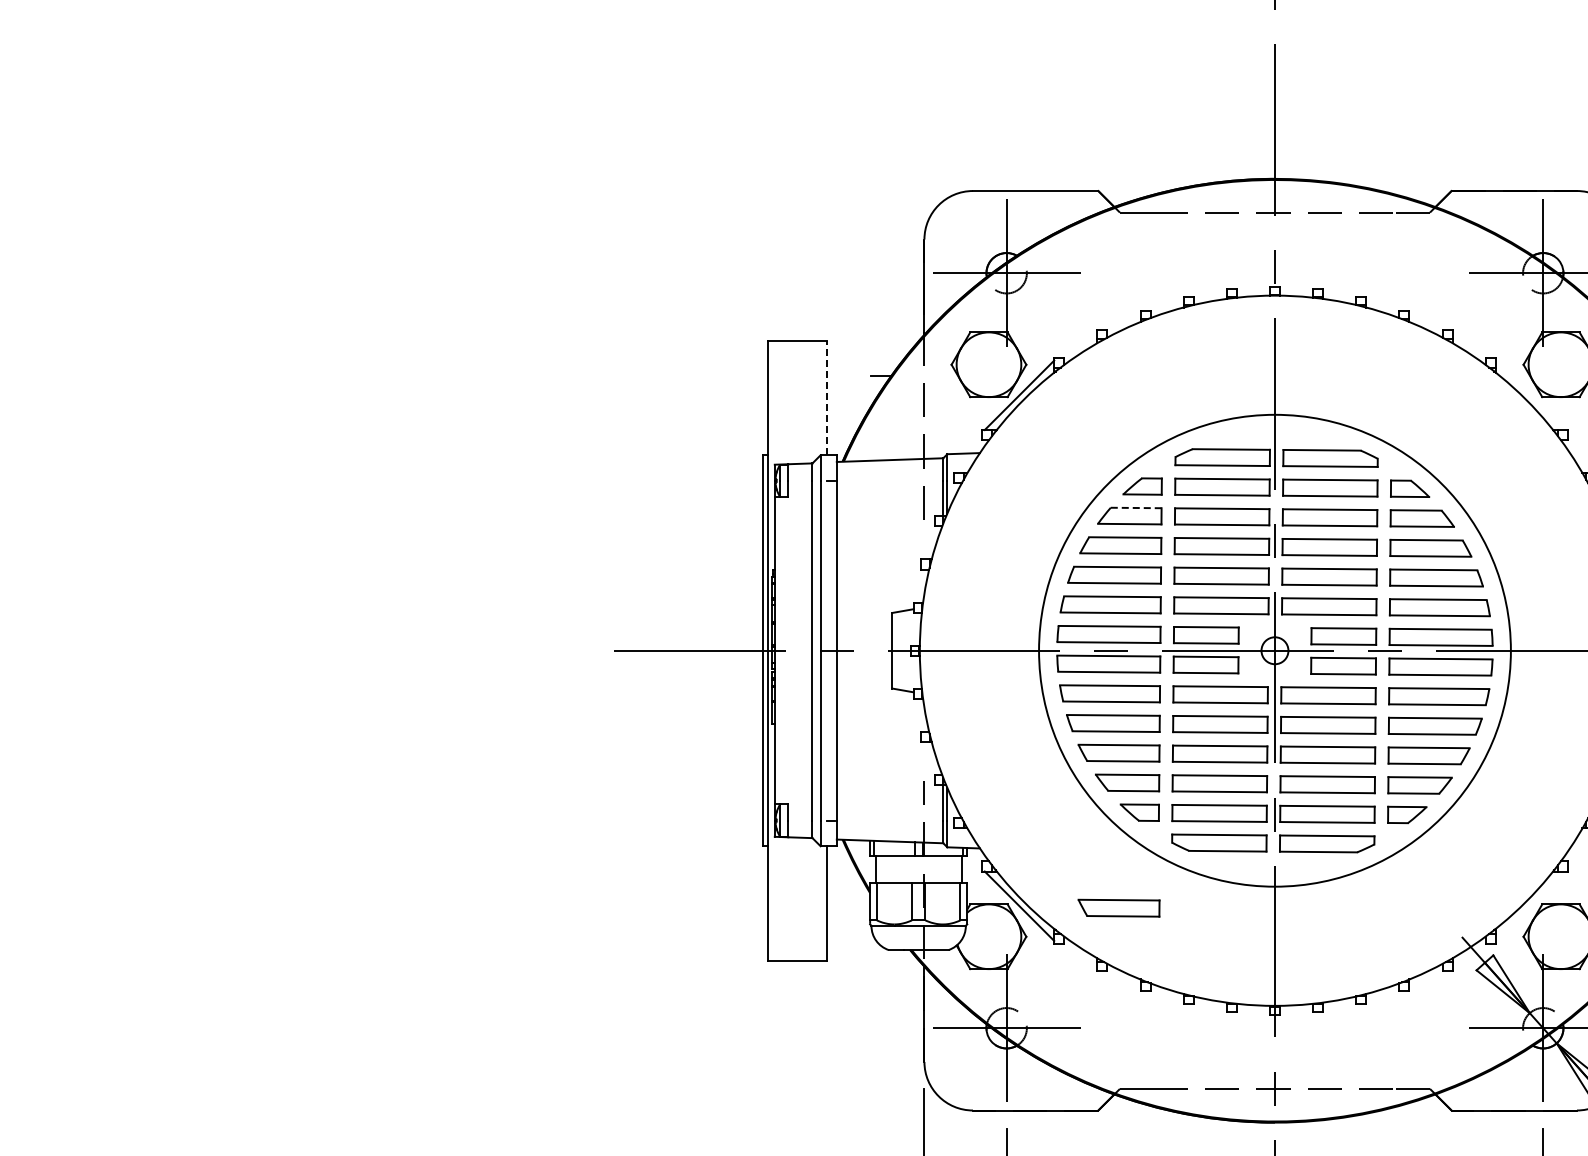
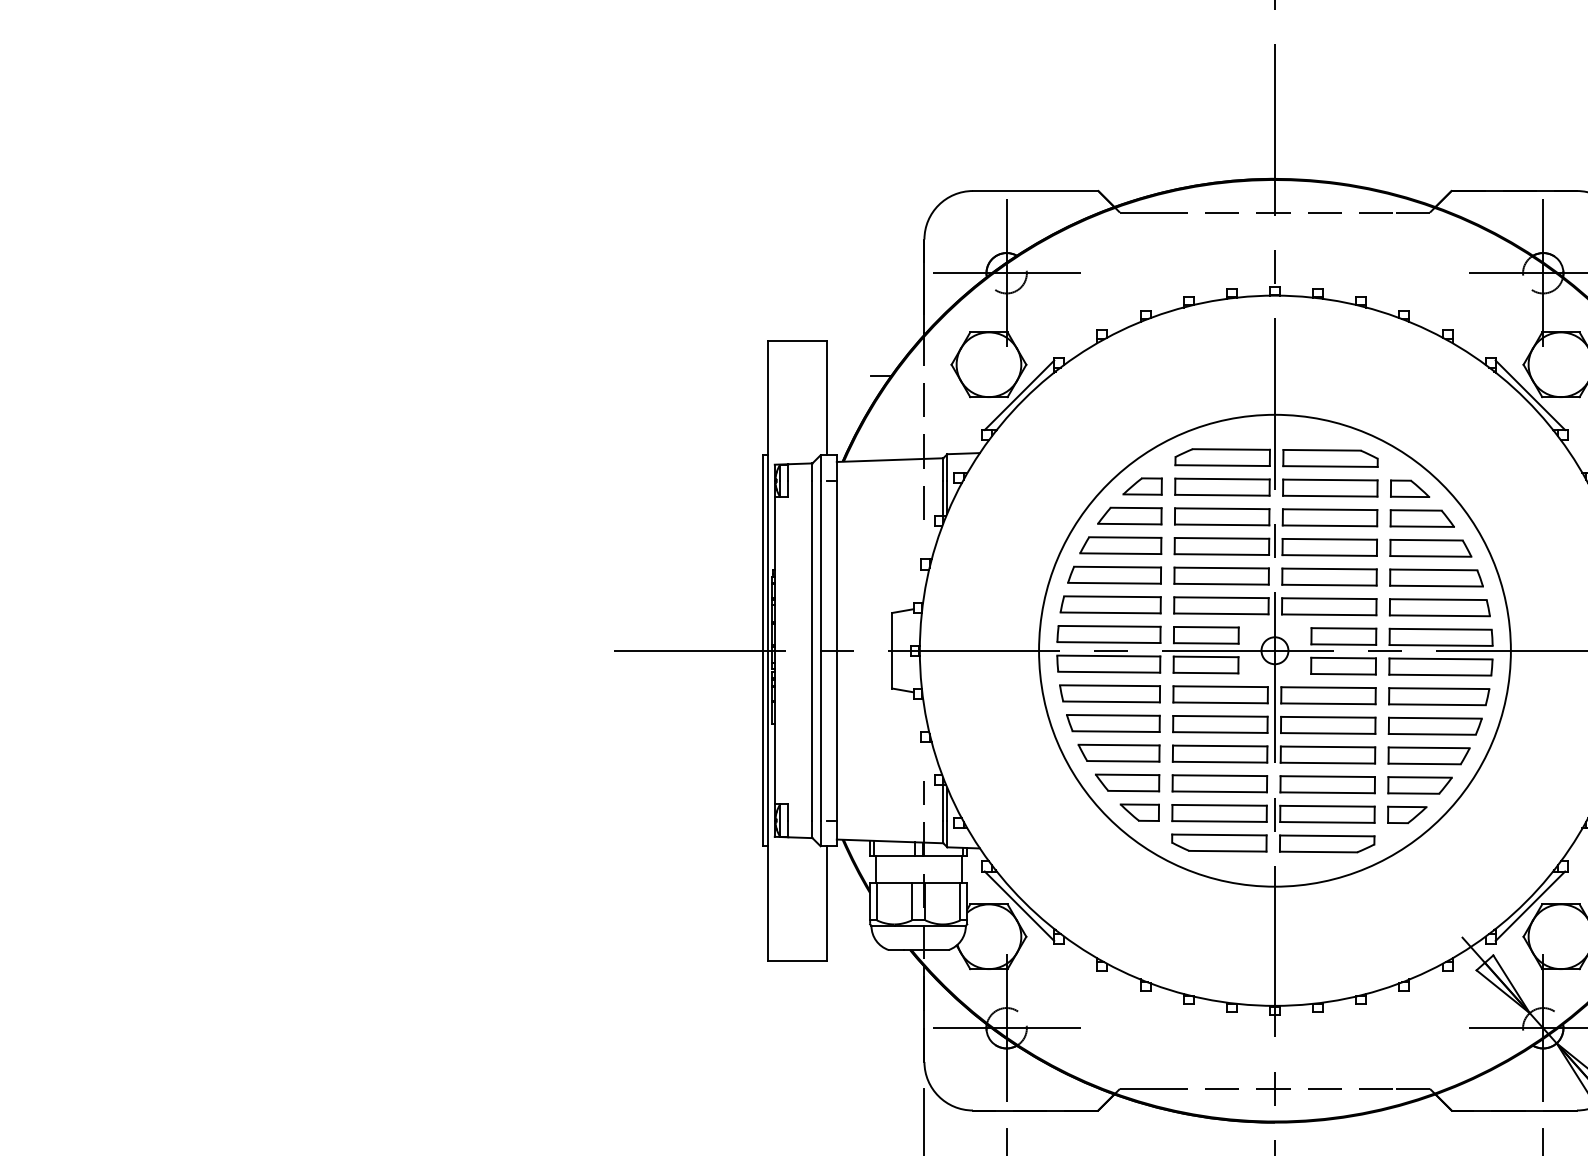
line at (1530, 395): none -> present
line at (827, 397): dashed -> solid
line at (1136, 508): dashed -> solid
line at (1530, 905): none -> present
part at (1118, 907): present -> none
